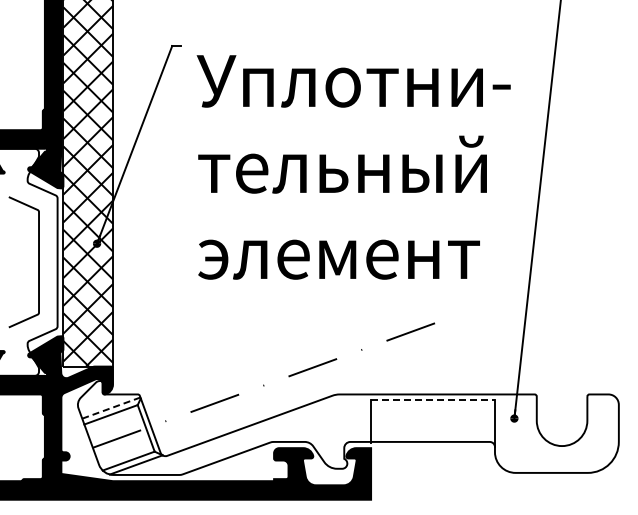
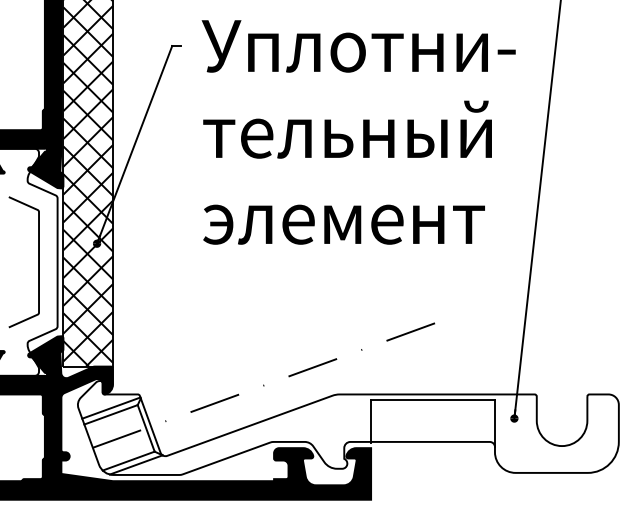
text at (353, 167) position: (353, 167) -> (358, 132)
line at (433, 399): dashed -> solid
line at (111, 408): dashed -> solid
